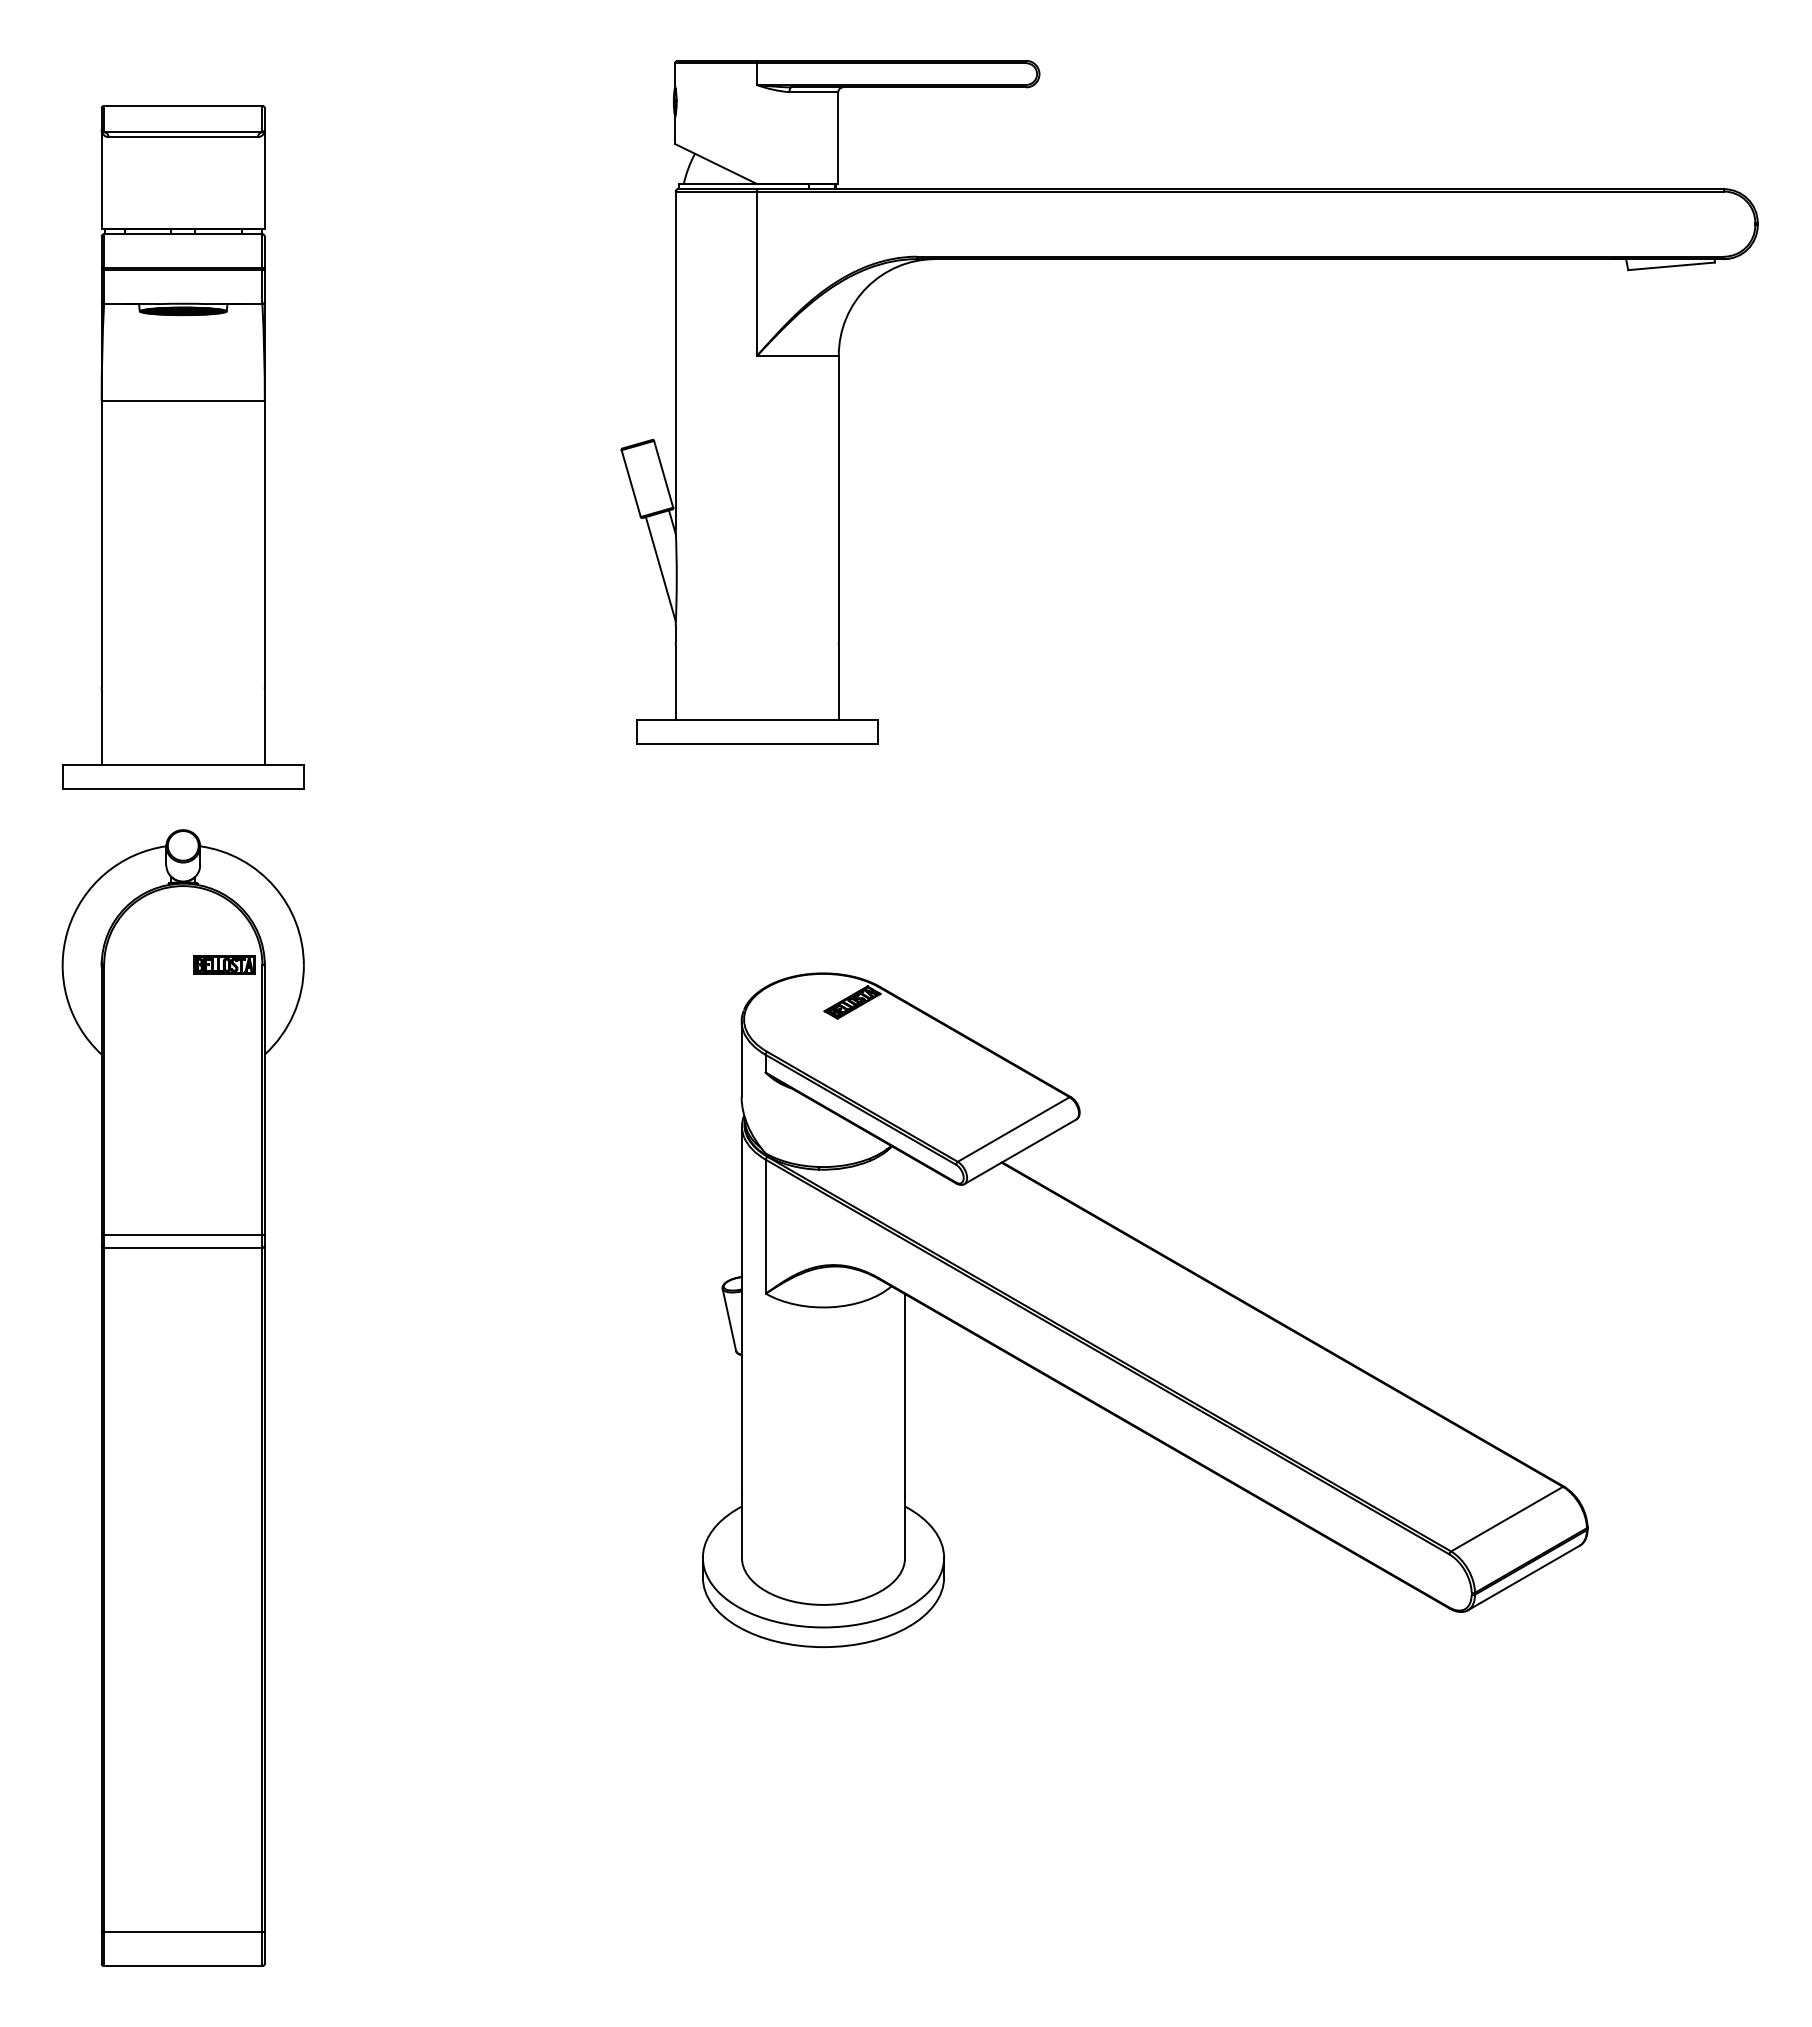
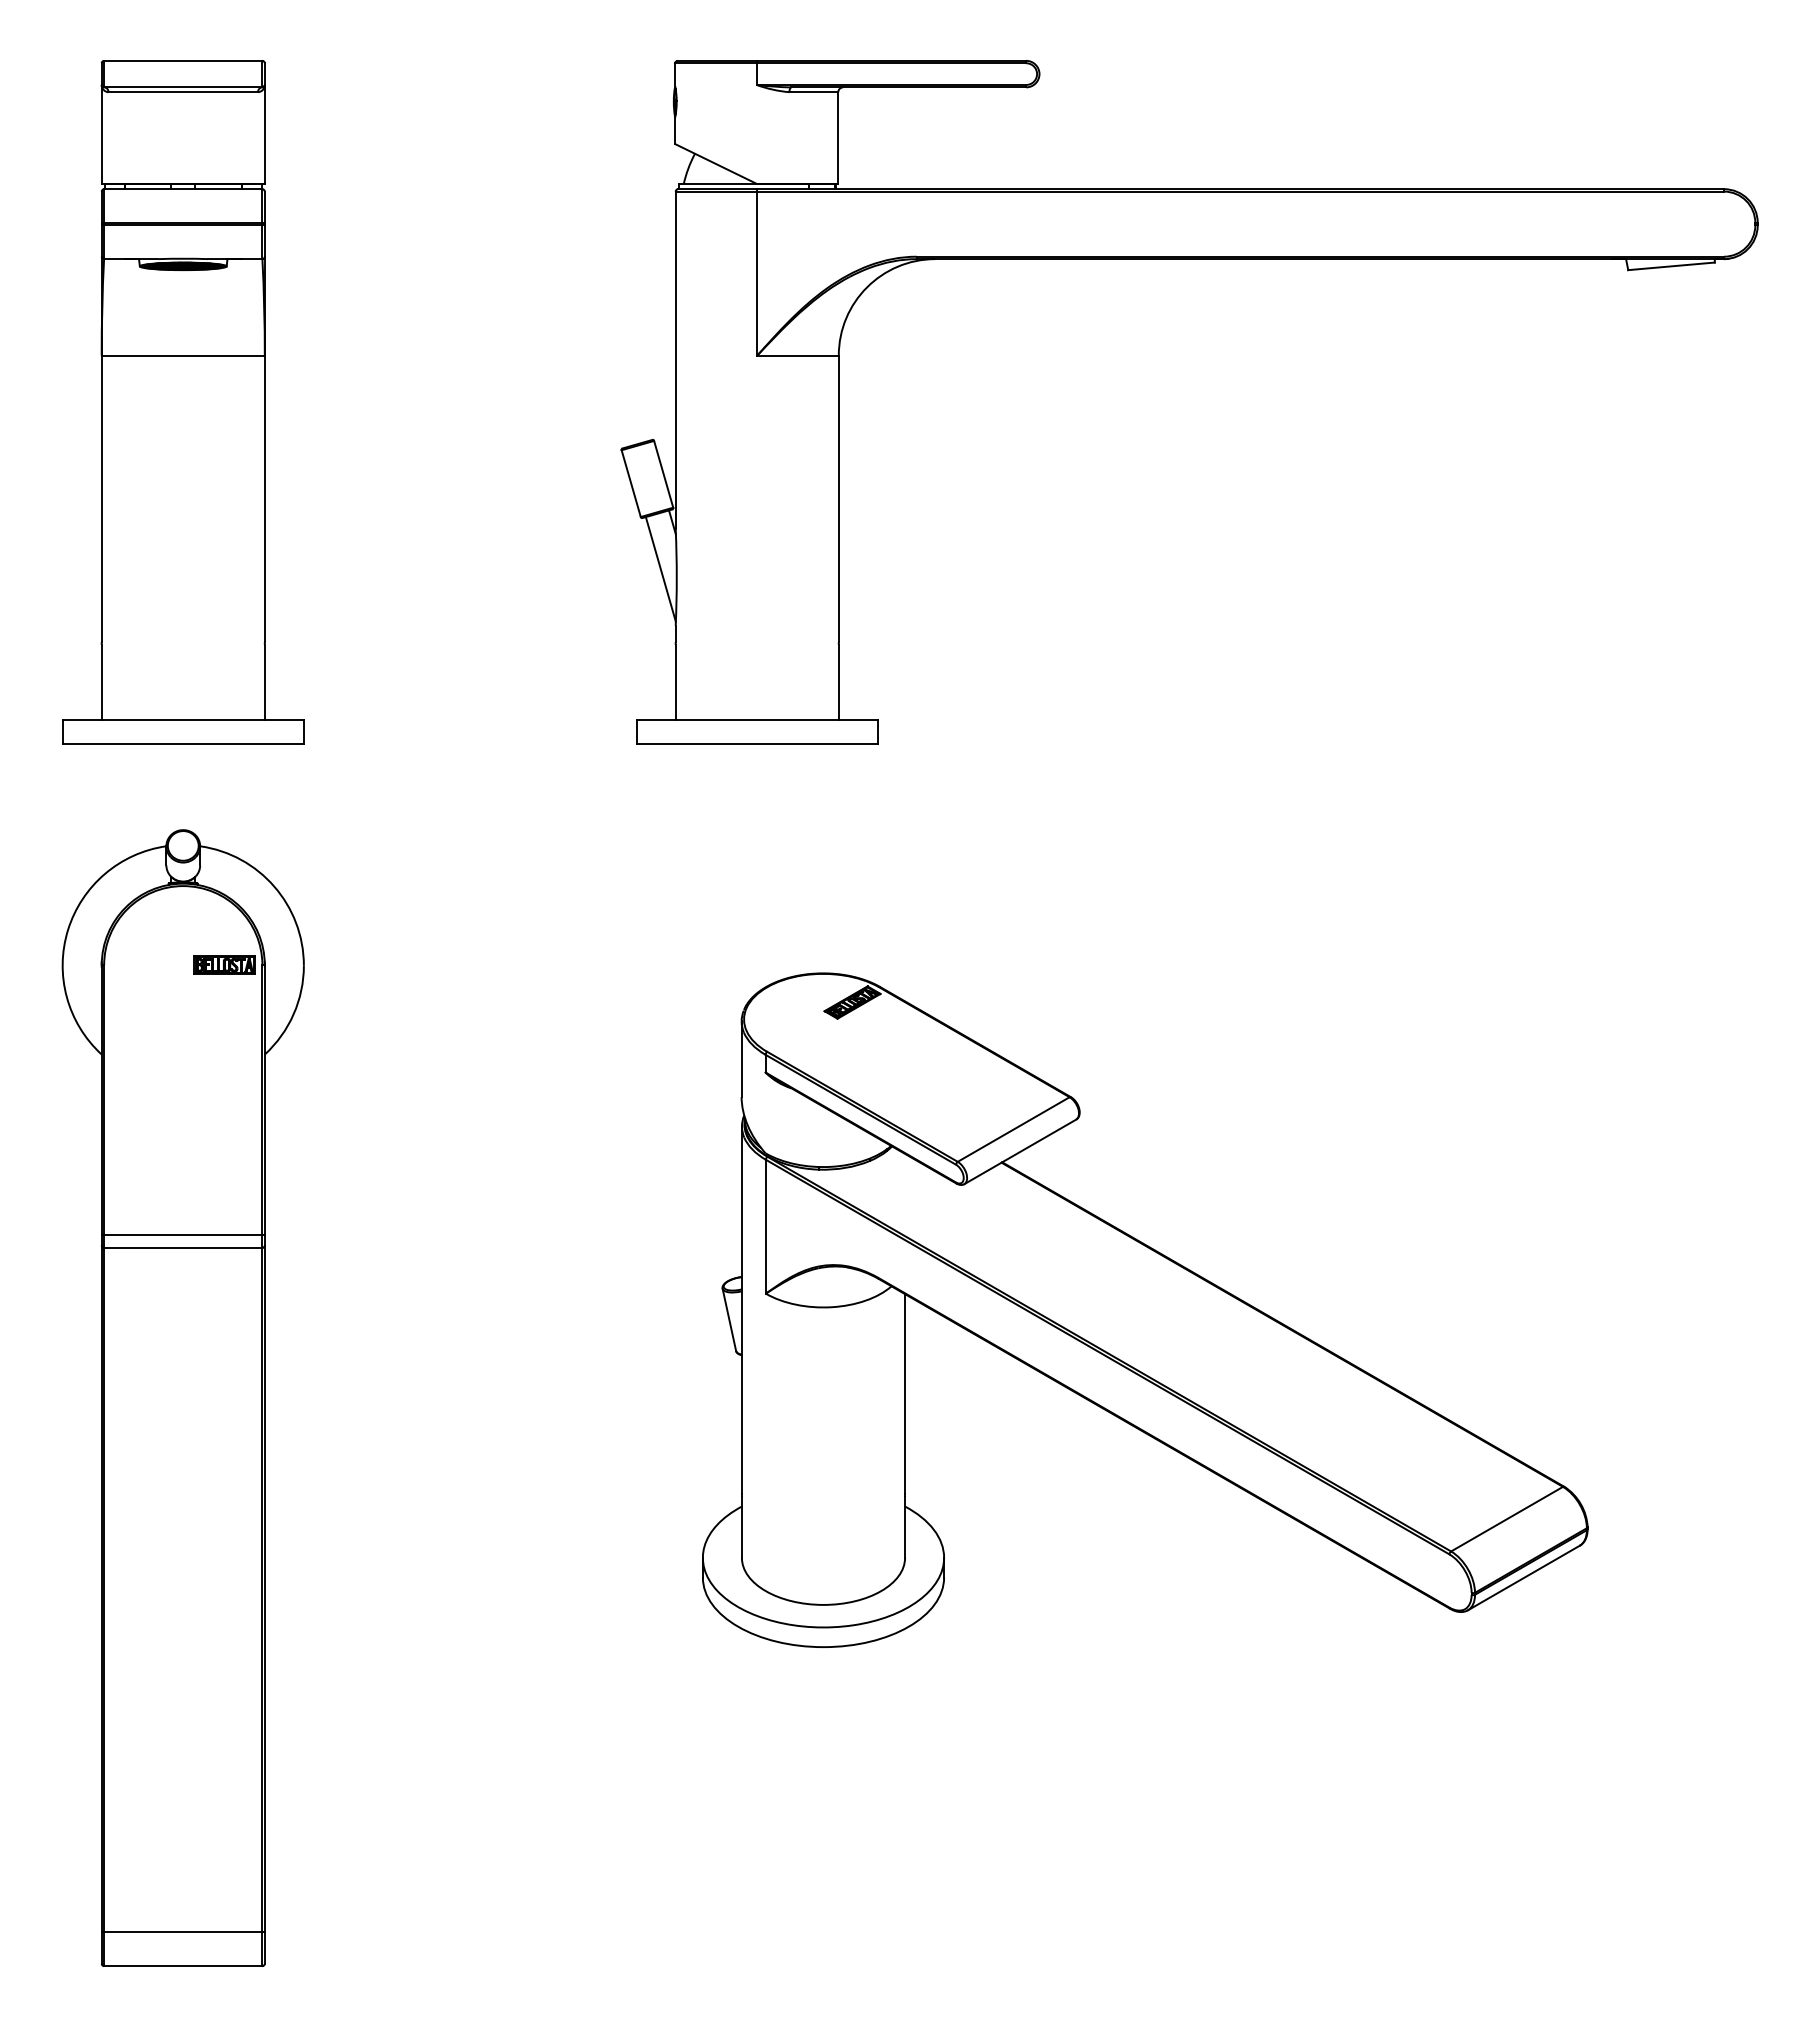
part at (183, 447) position: (183, 447) -> (183, 402)
